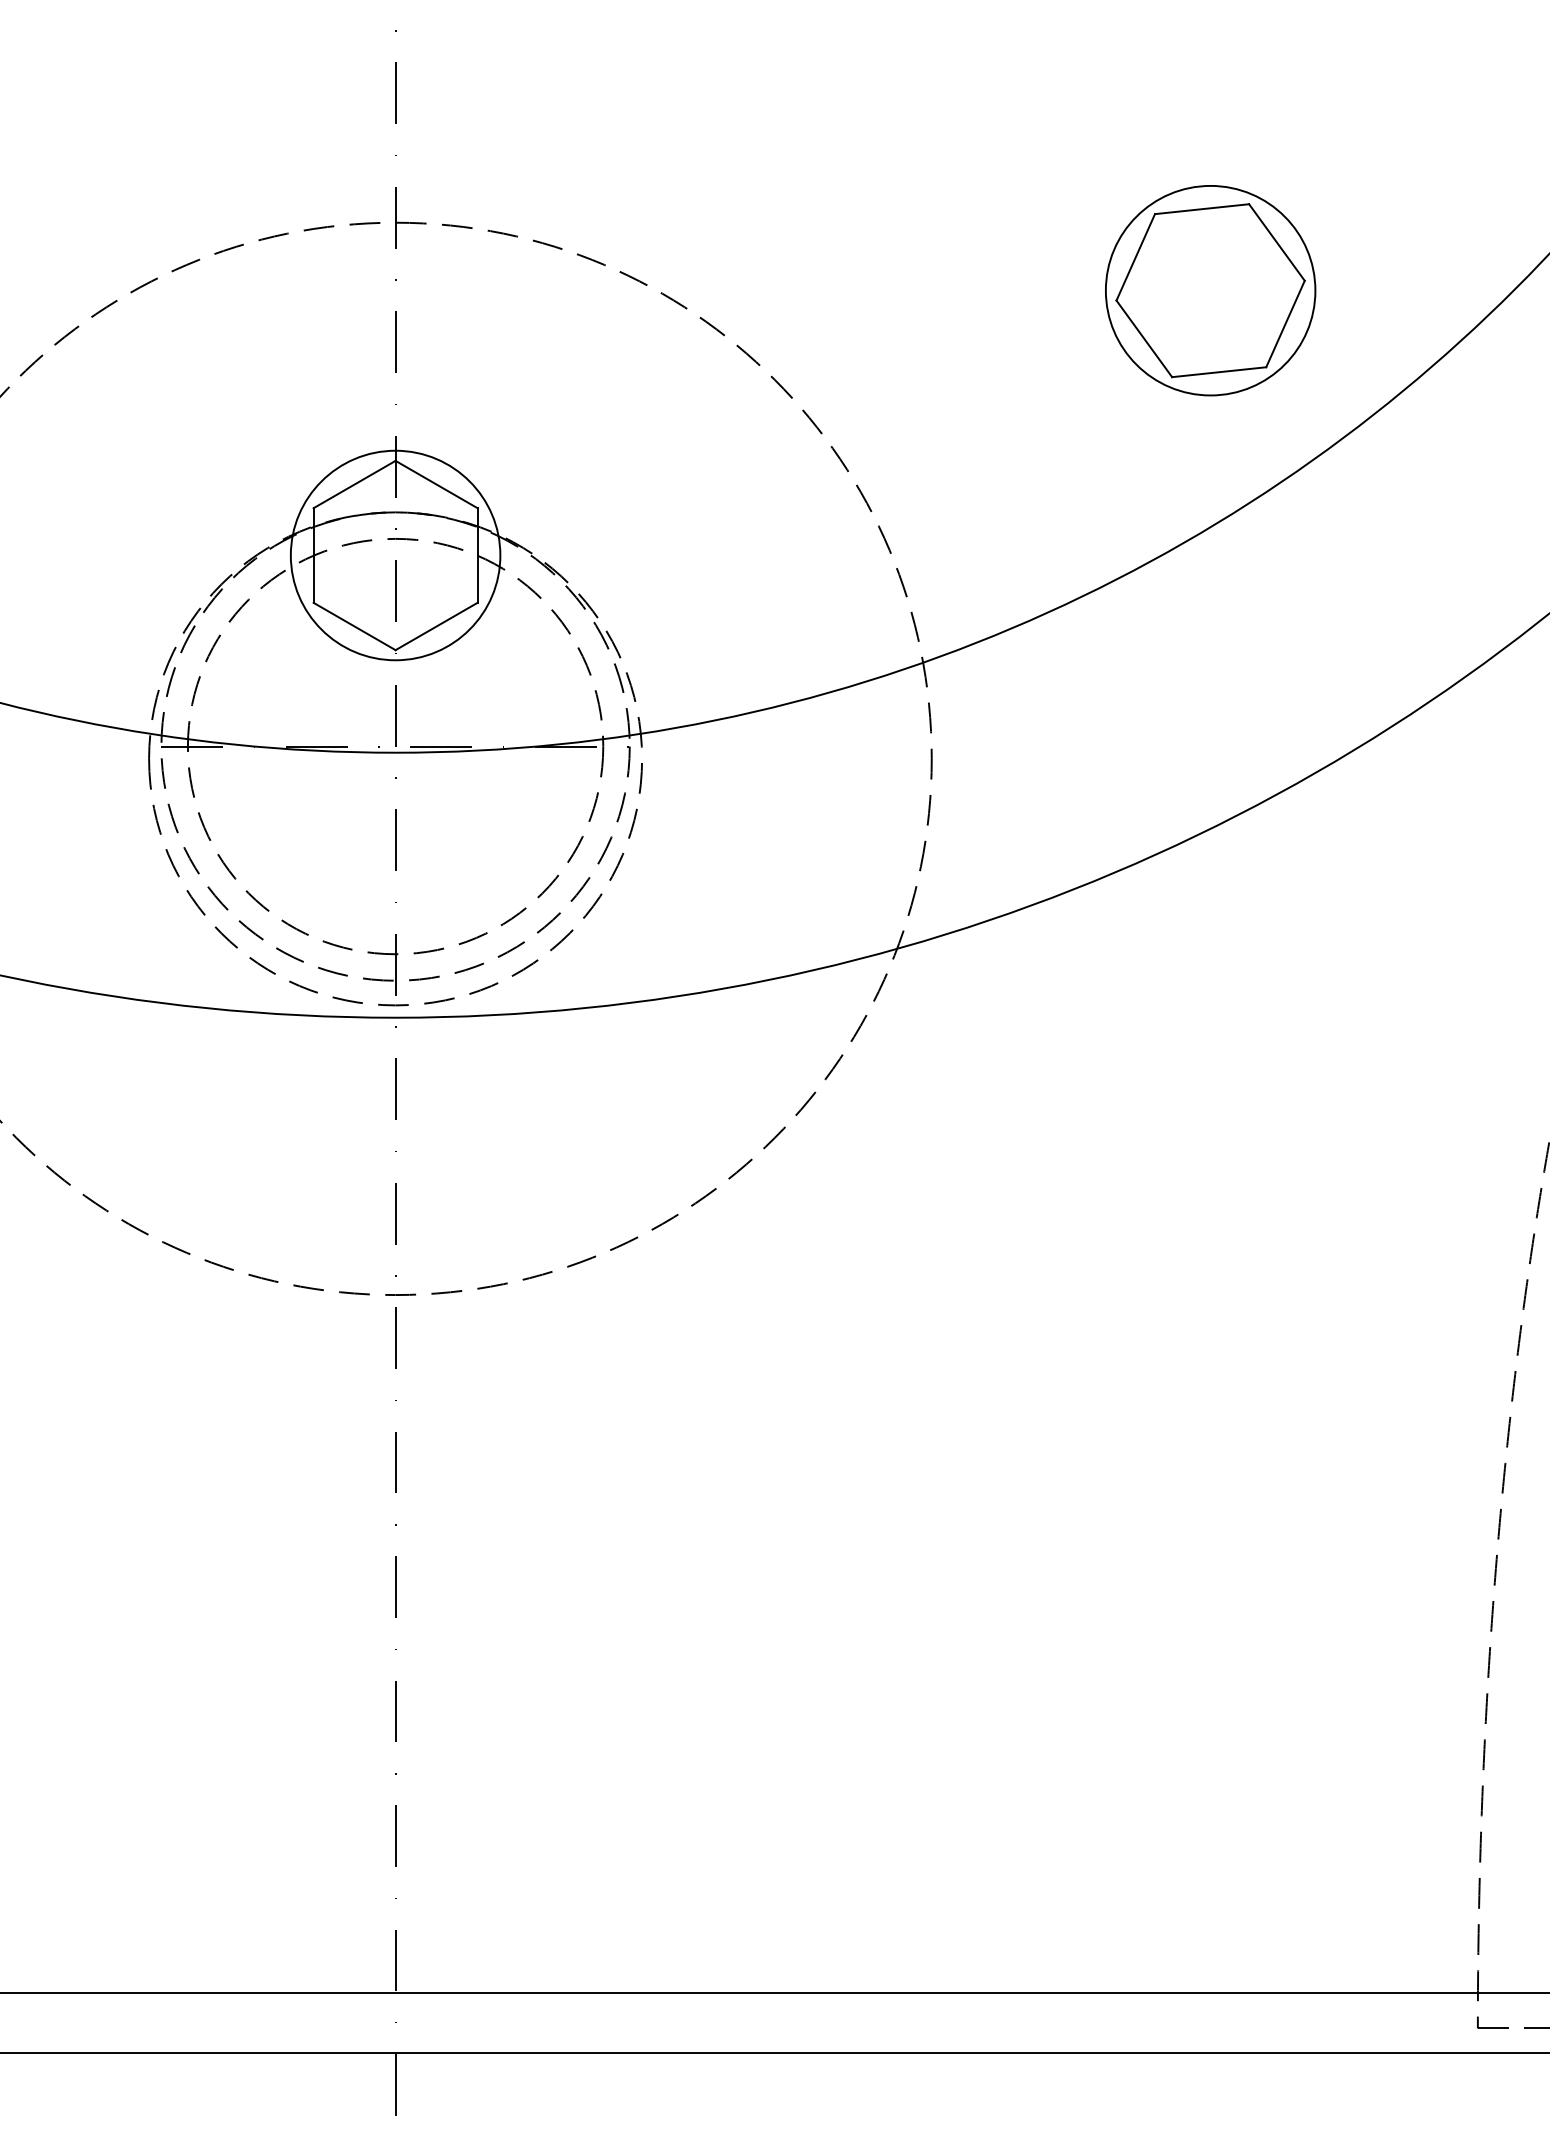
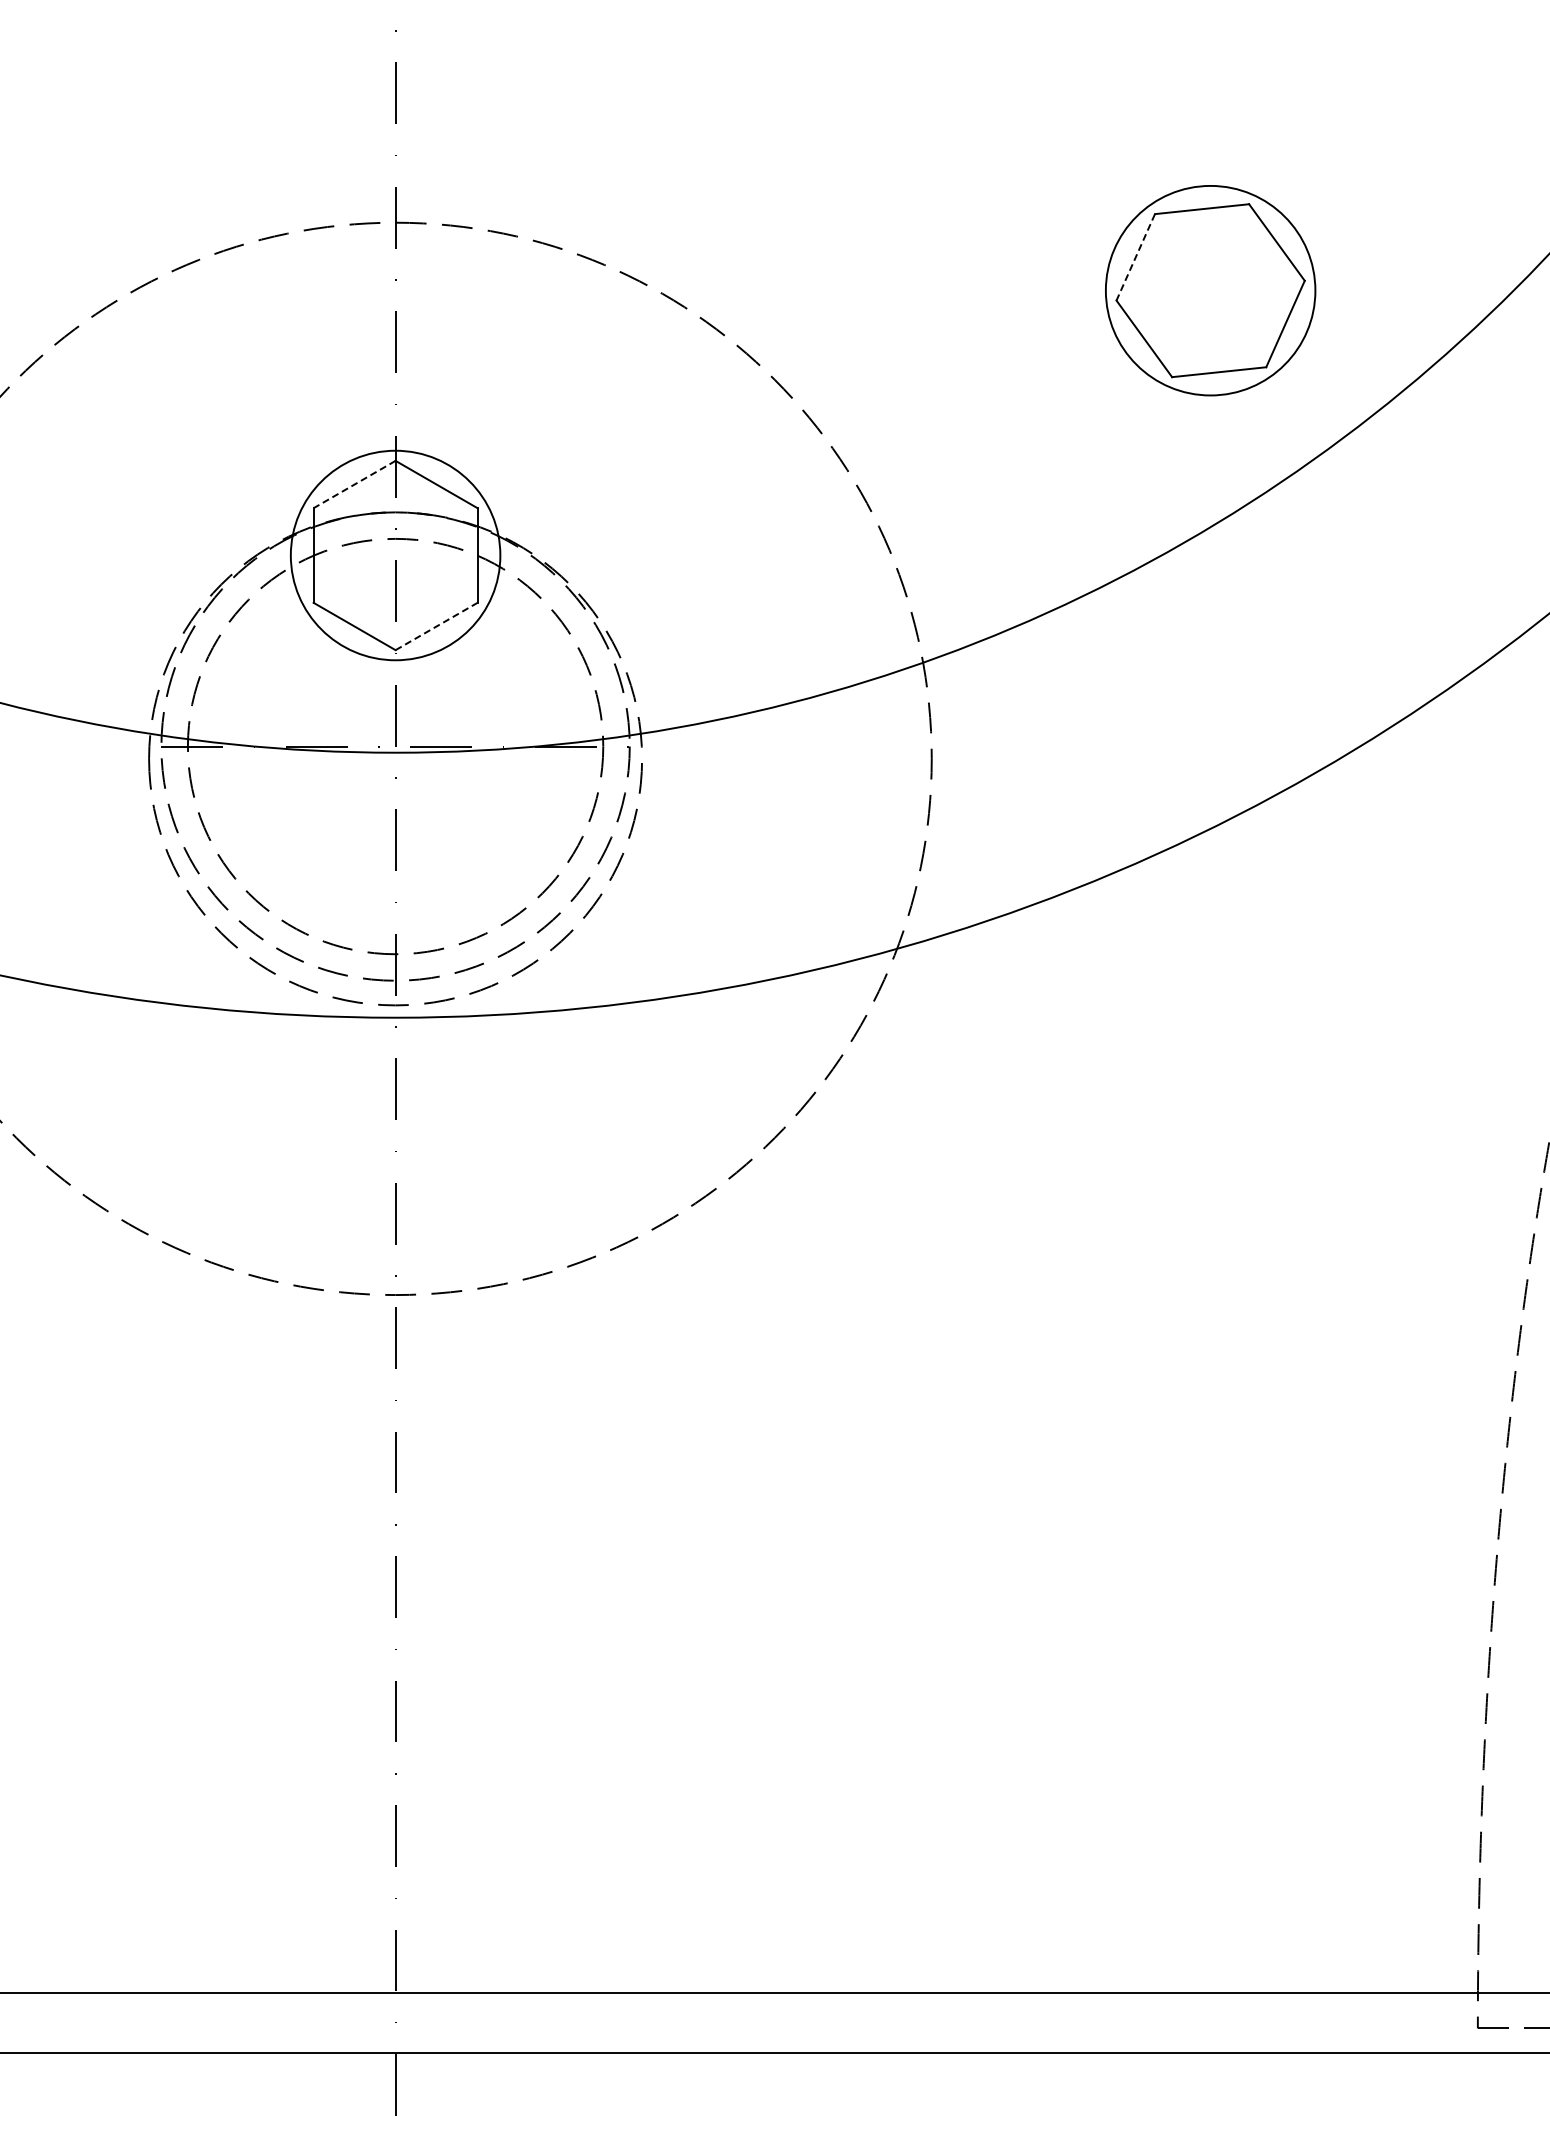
line at (1135, 257): solid -> dashed
line at (354, 484): solid -> dashed
line at (437, 626): solid -> dashed
